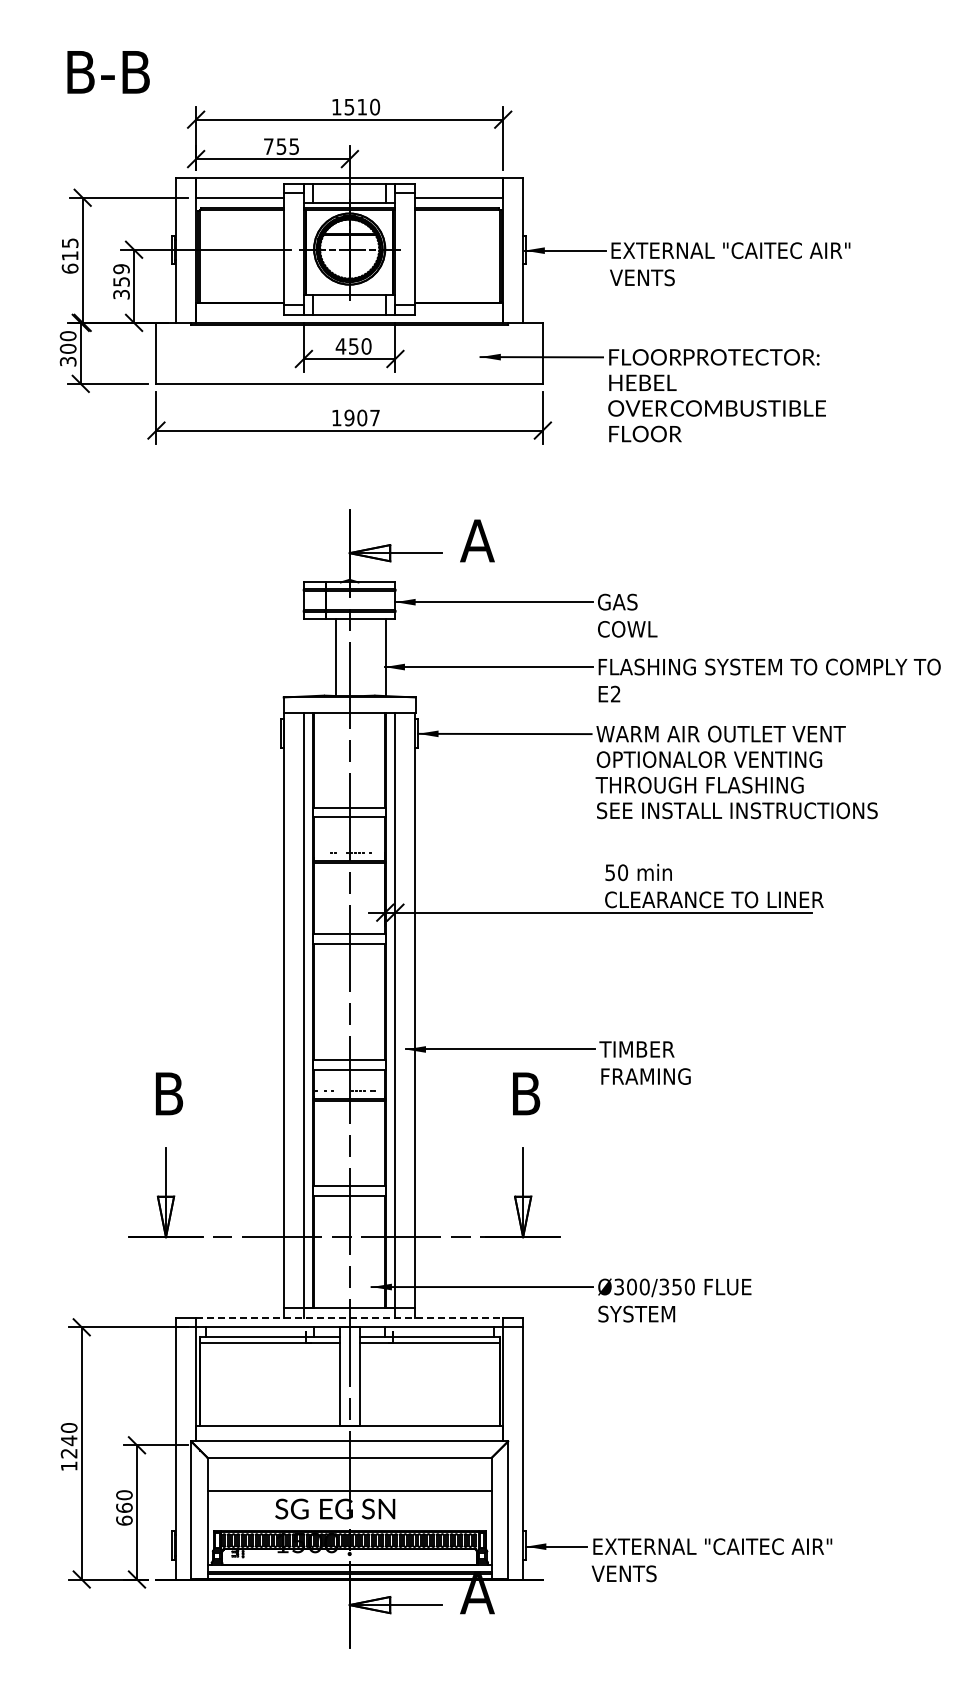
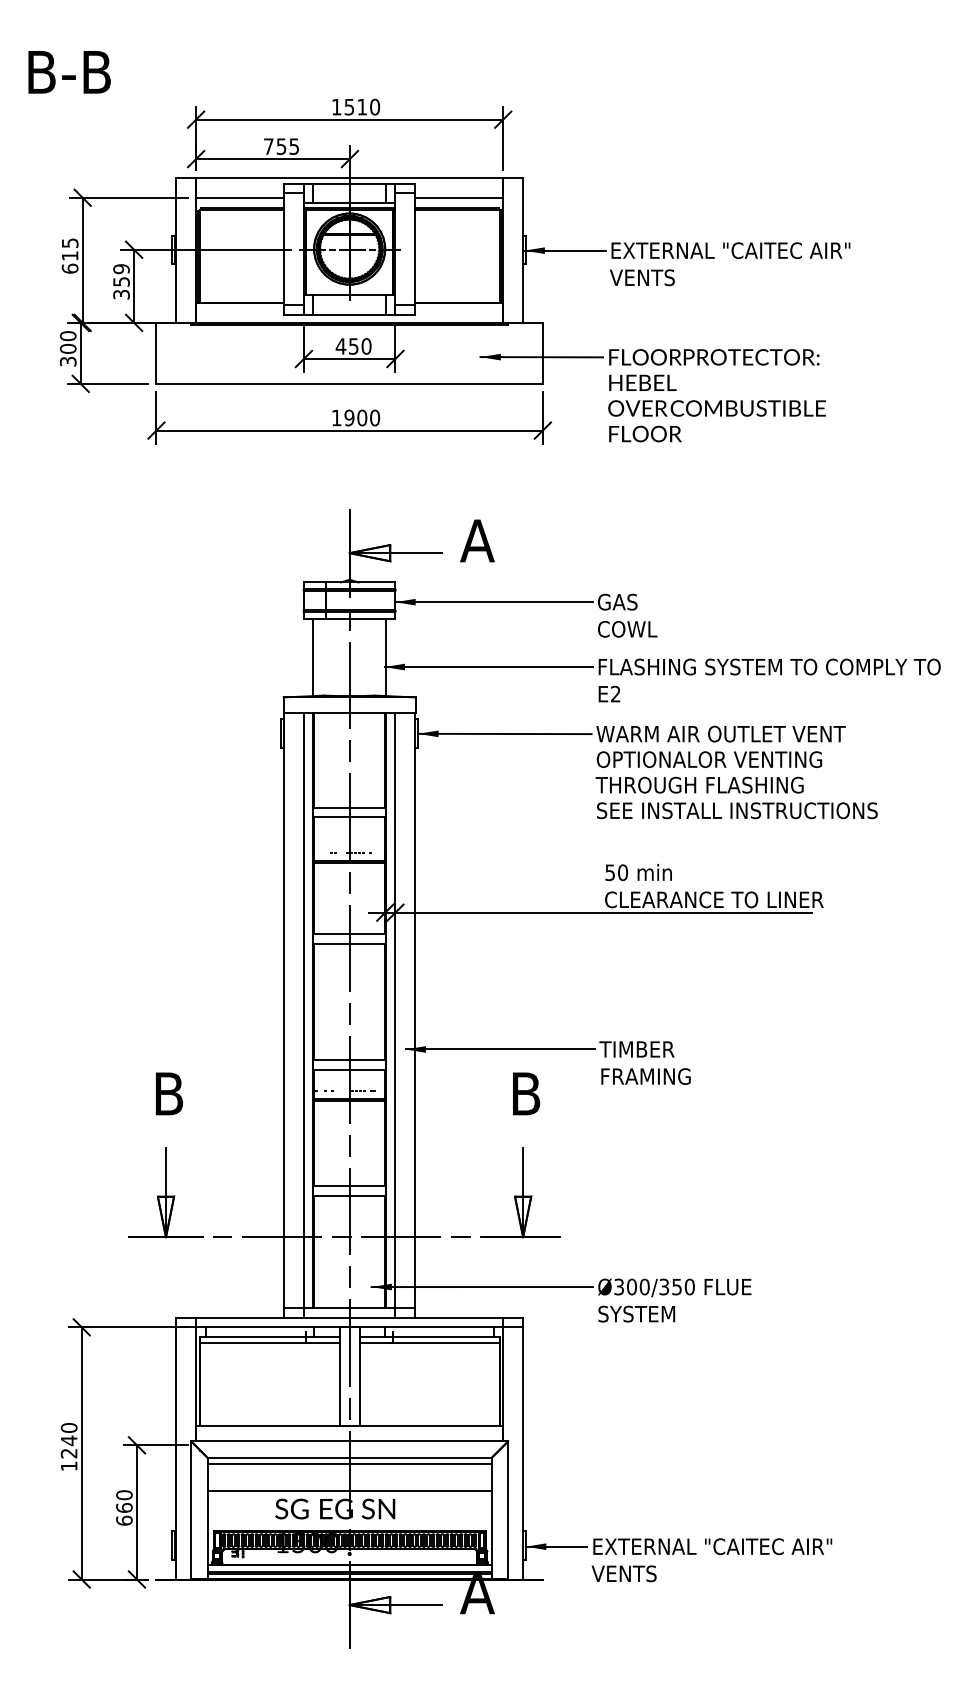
text at (108, 72) position: (108, 72) -> (69, 72)
text at (375, 417): 1907 -> 1900
line at (336, 657) position: (336, 657) -> (313, 657)
line at (349, 1317): dashed -> solid
line at (349, 1464): none -> present
